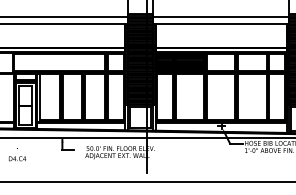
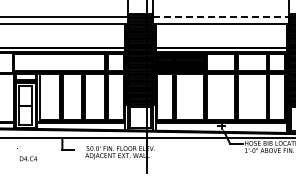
line at (221, 17): solid -> dashed
text at (17, 158) position: (17, 158) -> (28, 158)
line at (147, 181): present -> none
